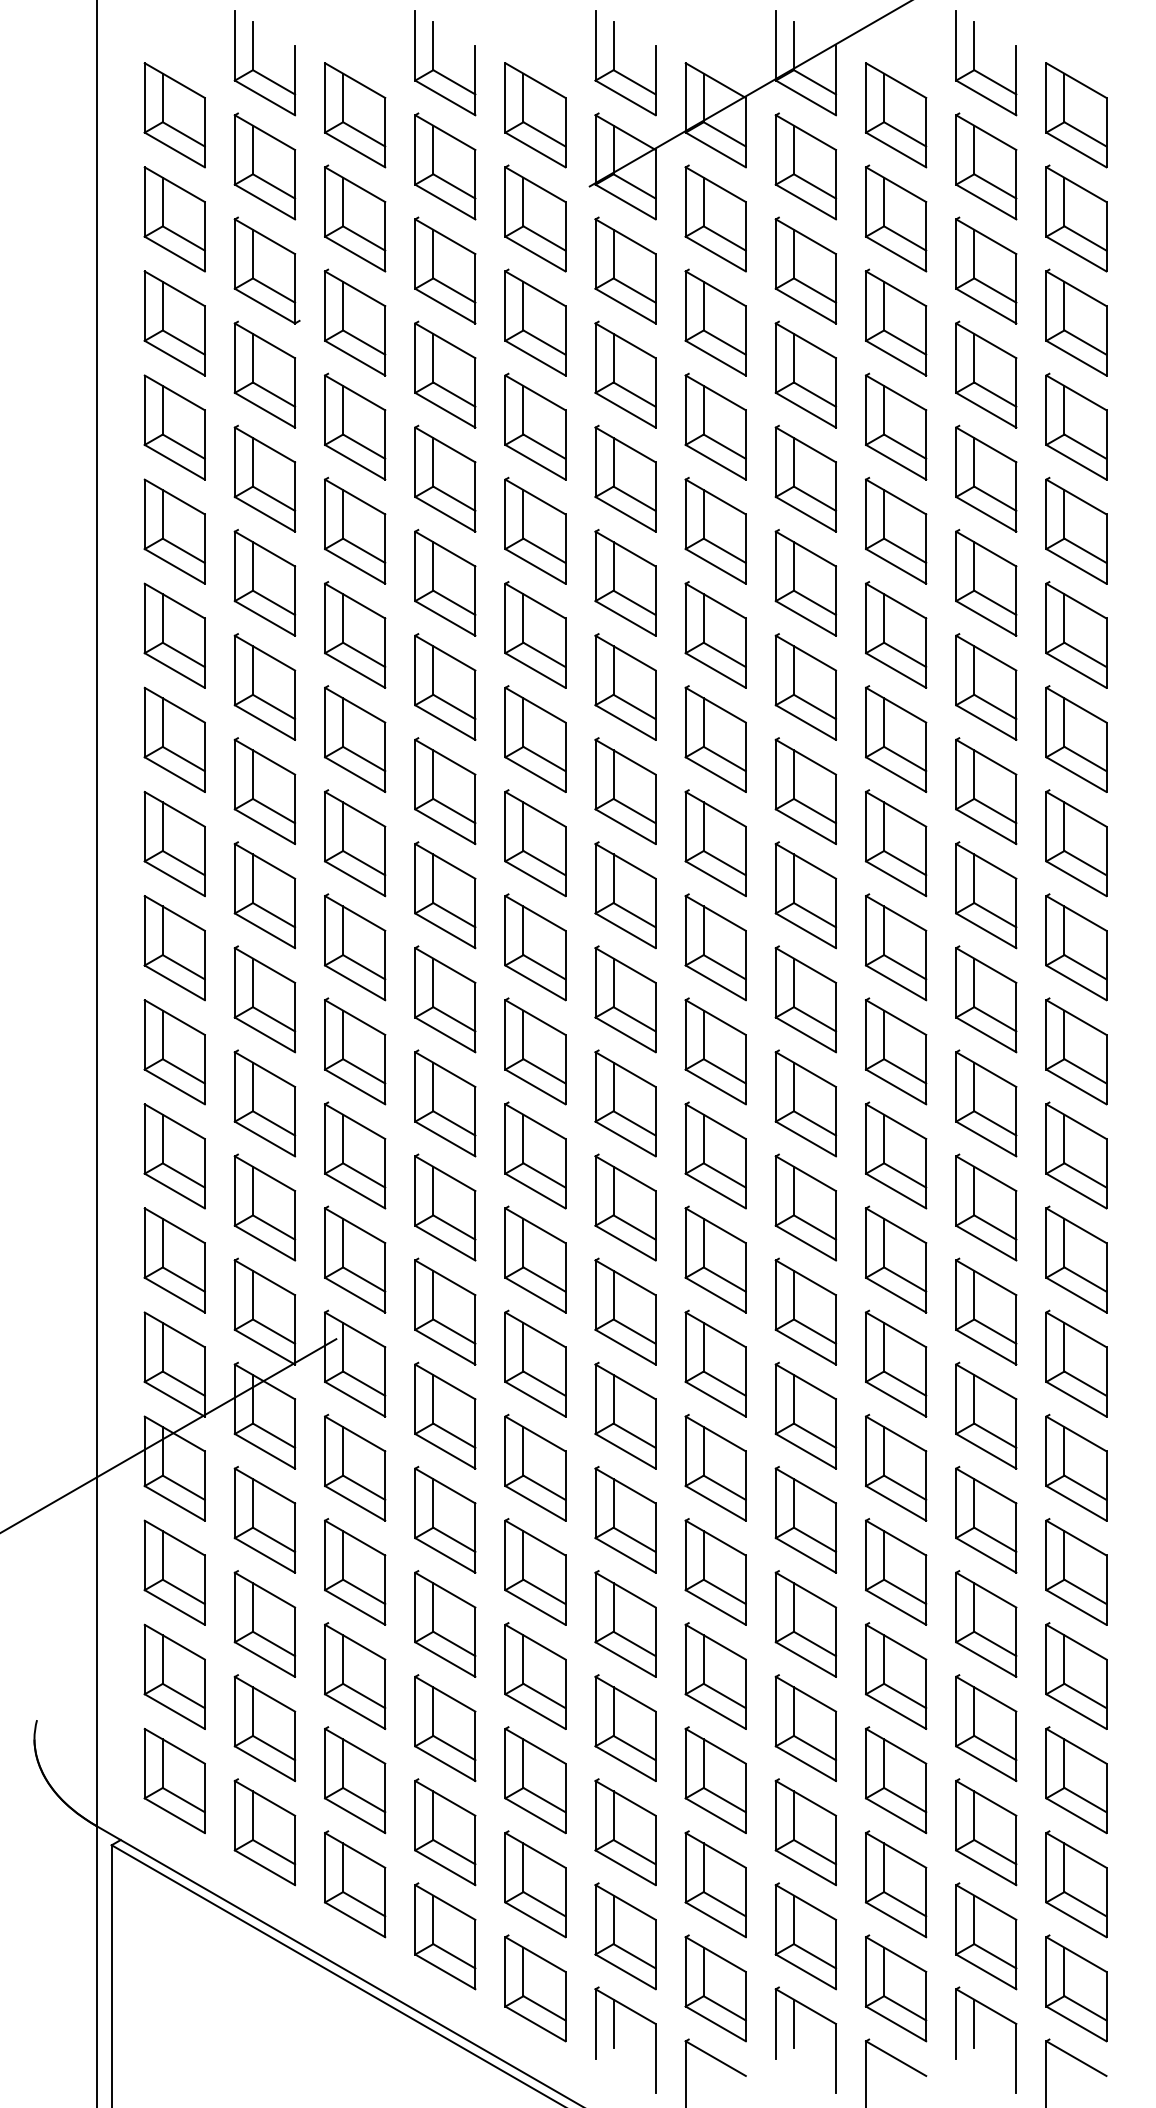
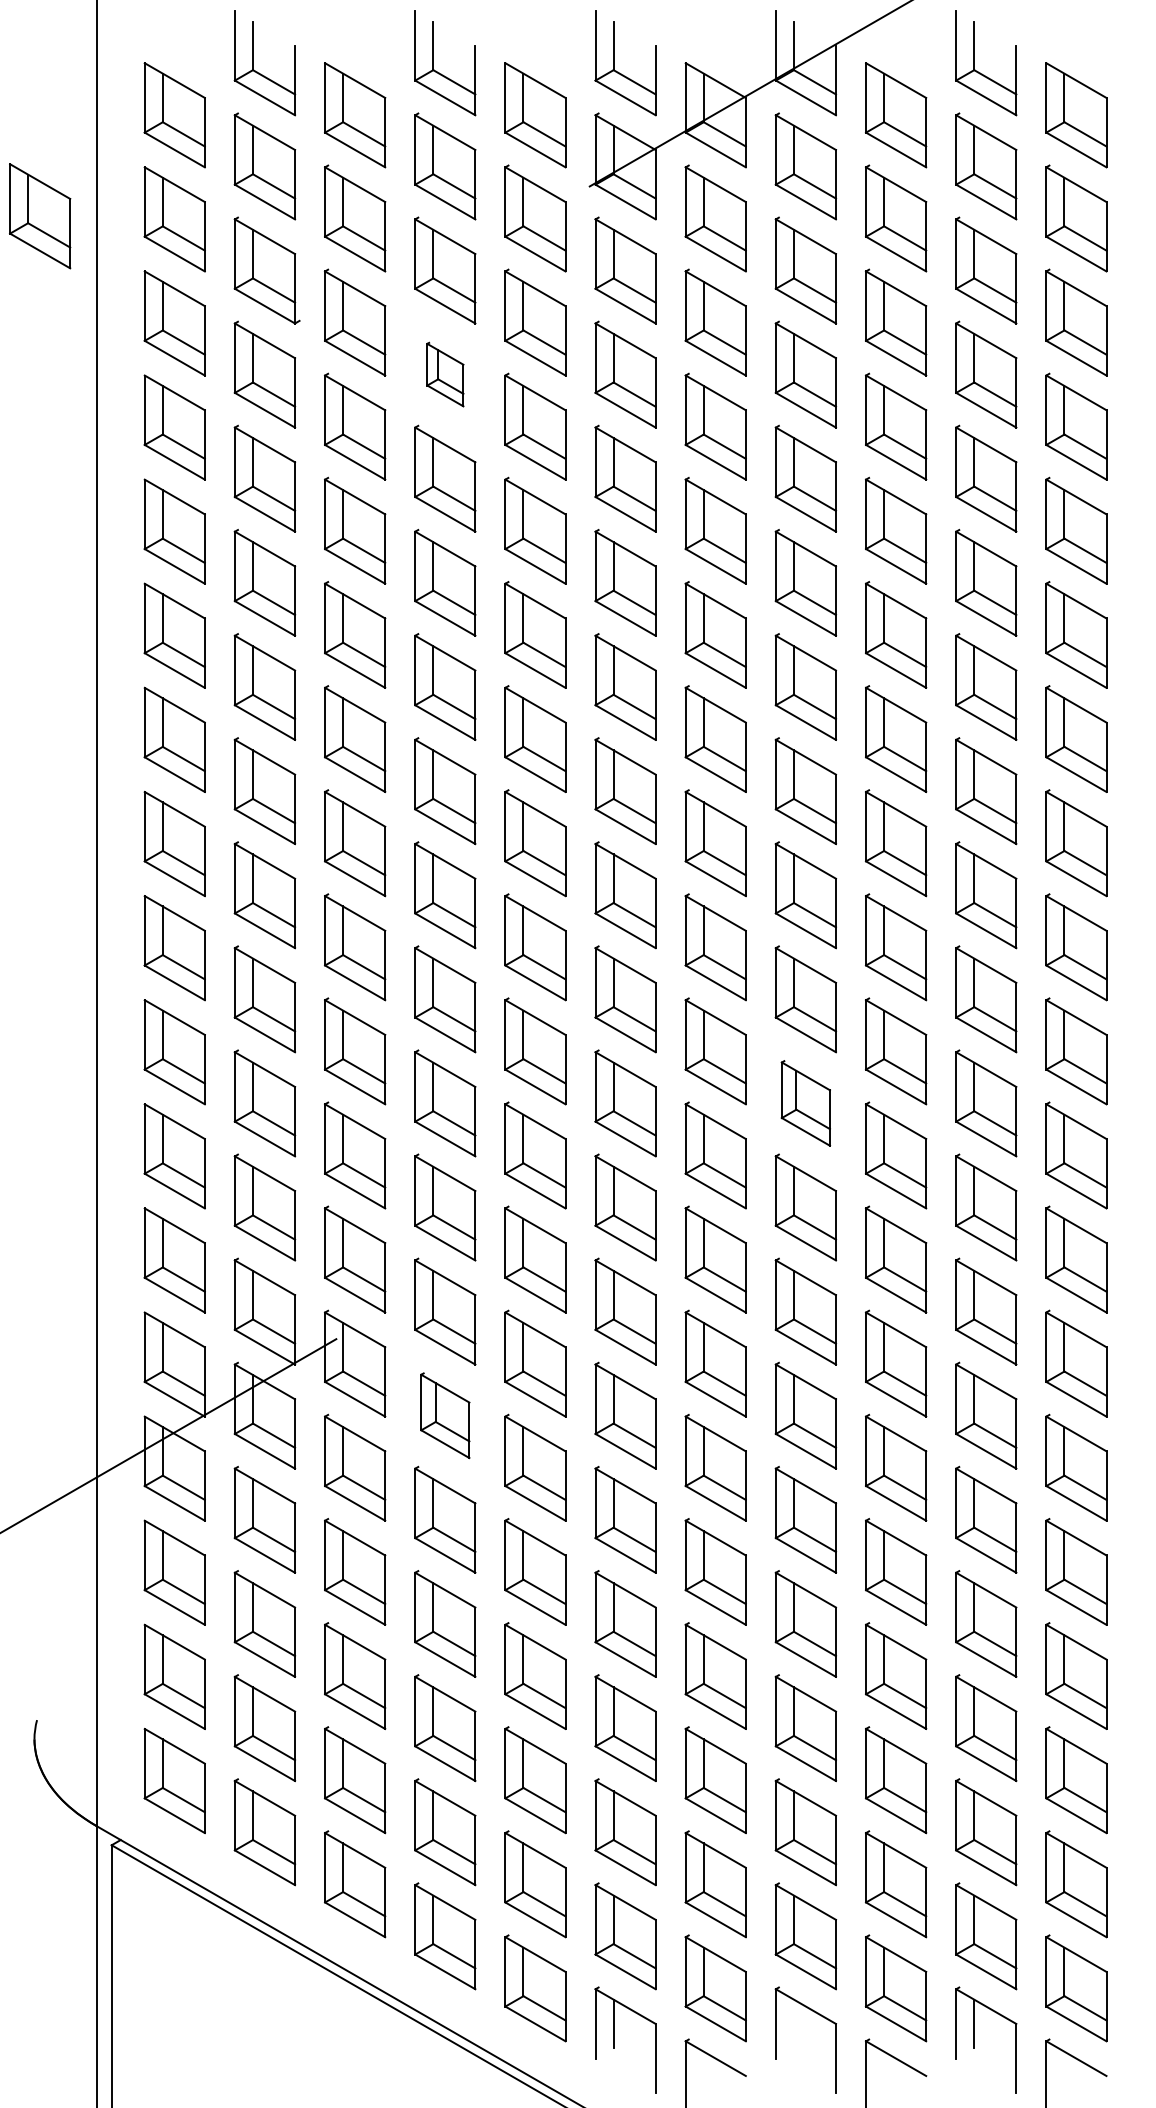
part at (40, 216): none -> present
part at (445, 374) size: 63x109 px -> 39x67 px
part at (805, 1103) size: 64x109 px -> 52x87 px
part at (445, 1415) size: 63x109 px -> 51x88 px
line at (793, 2023): present -> none
